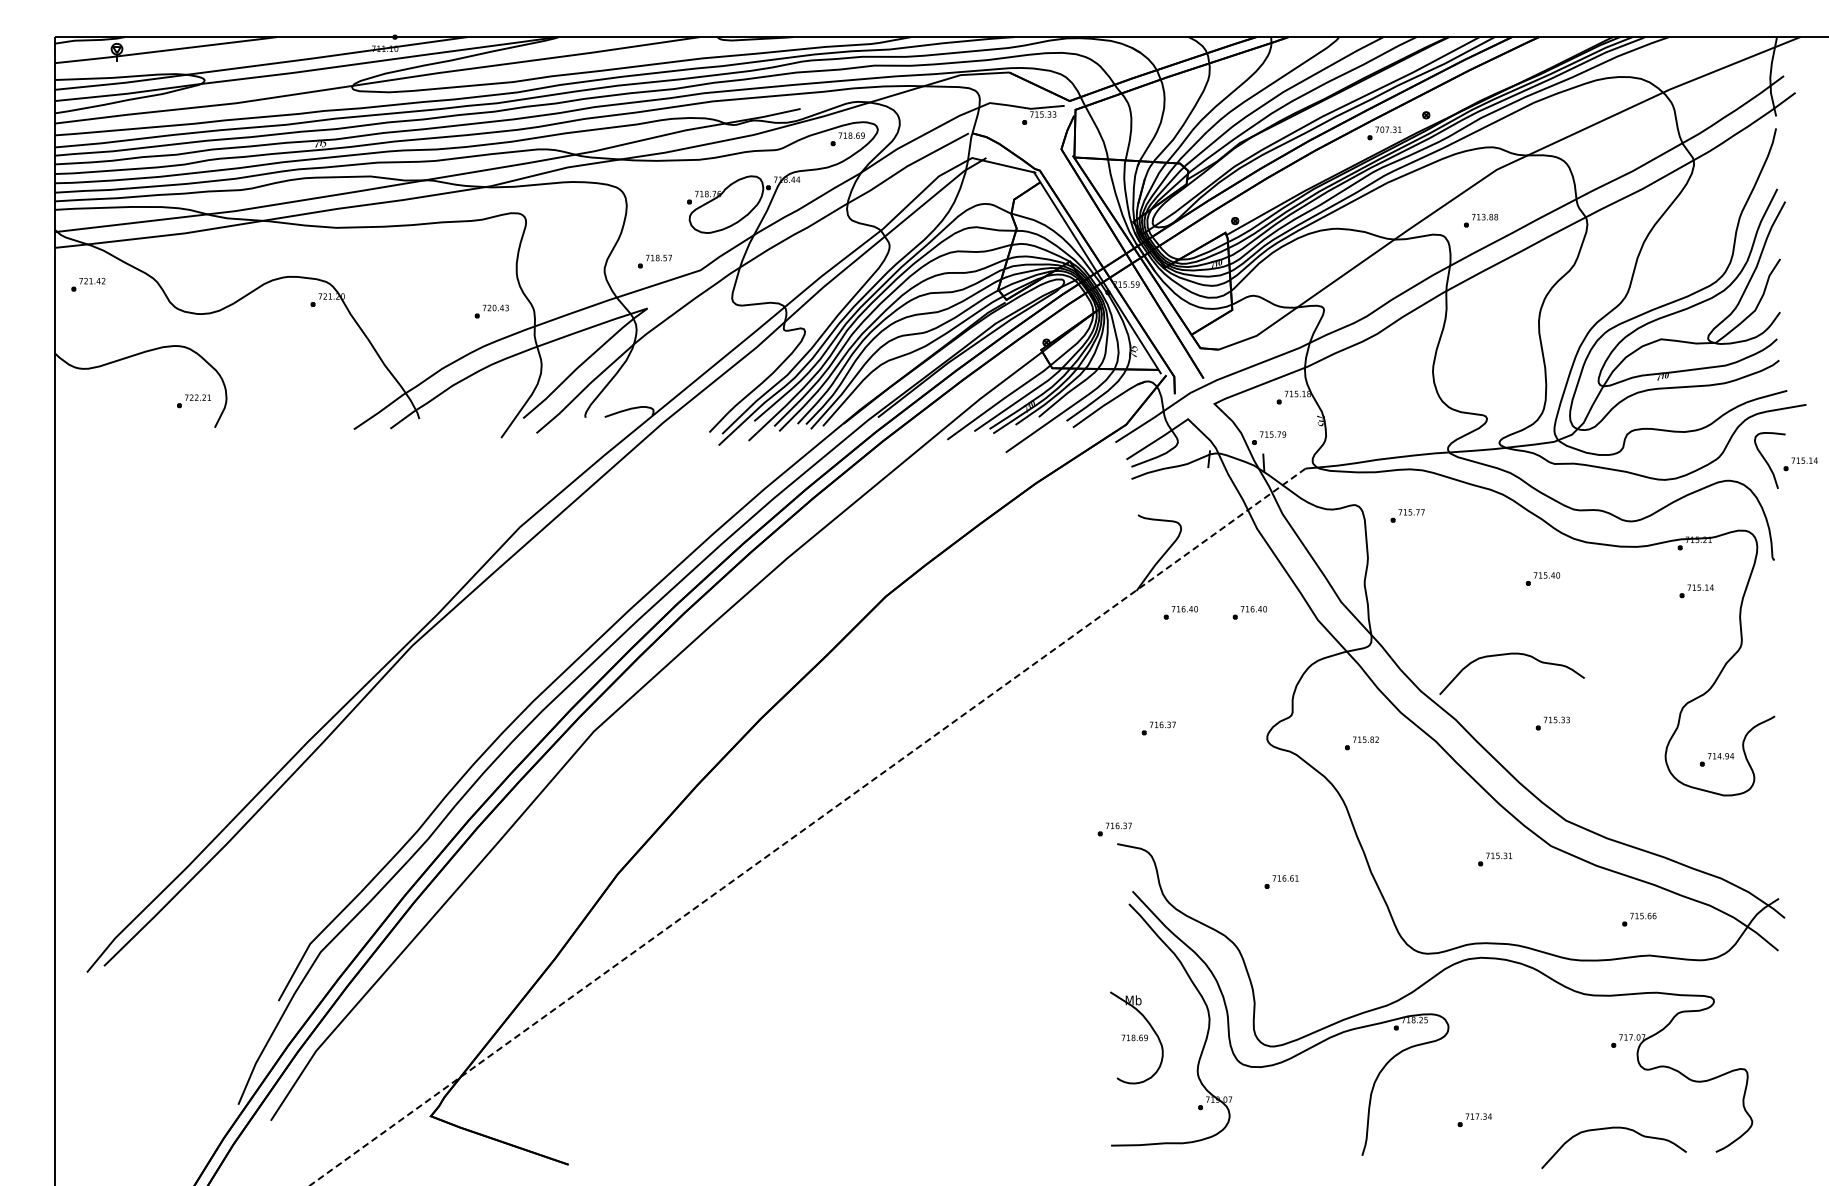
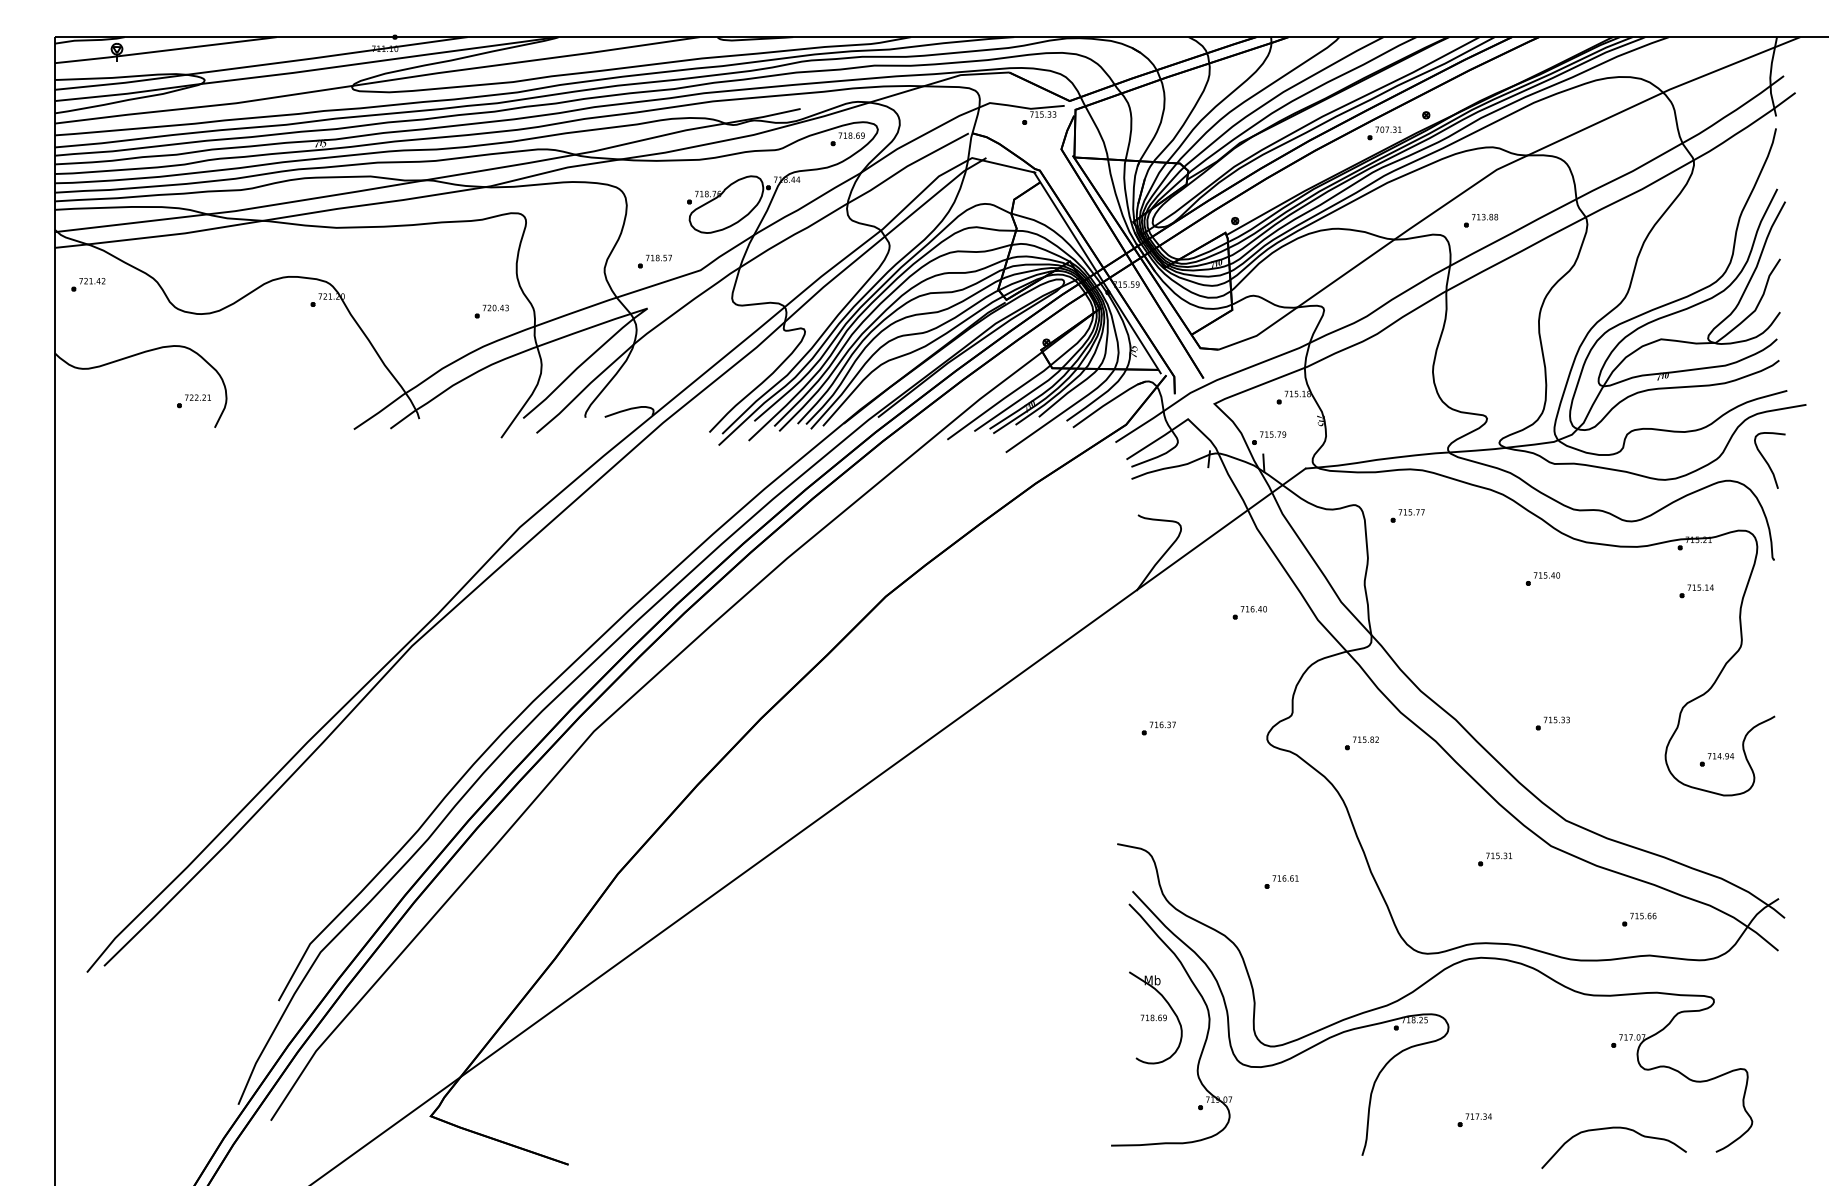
part at (1800, 464): present -> none
part at (1180, 612): present -> none
curve at (1506, 655): present -> none
line at (807, 827): dashed -> solid
part at (1114, 829): present -> none
part at (1136, 1037) position: (1136, 1037) -> (1155, 1017)
